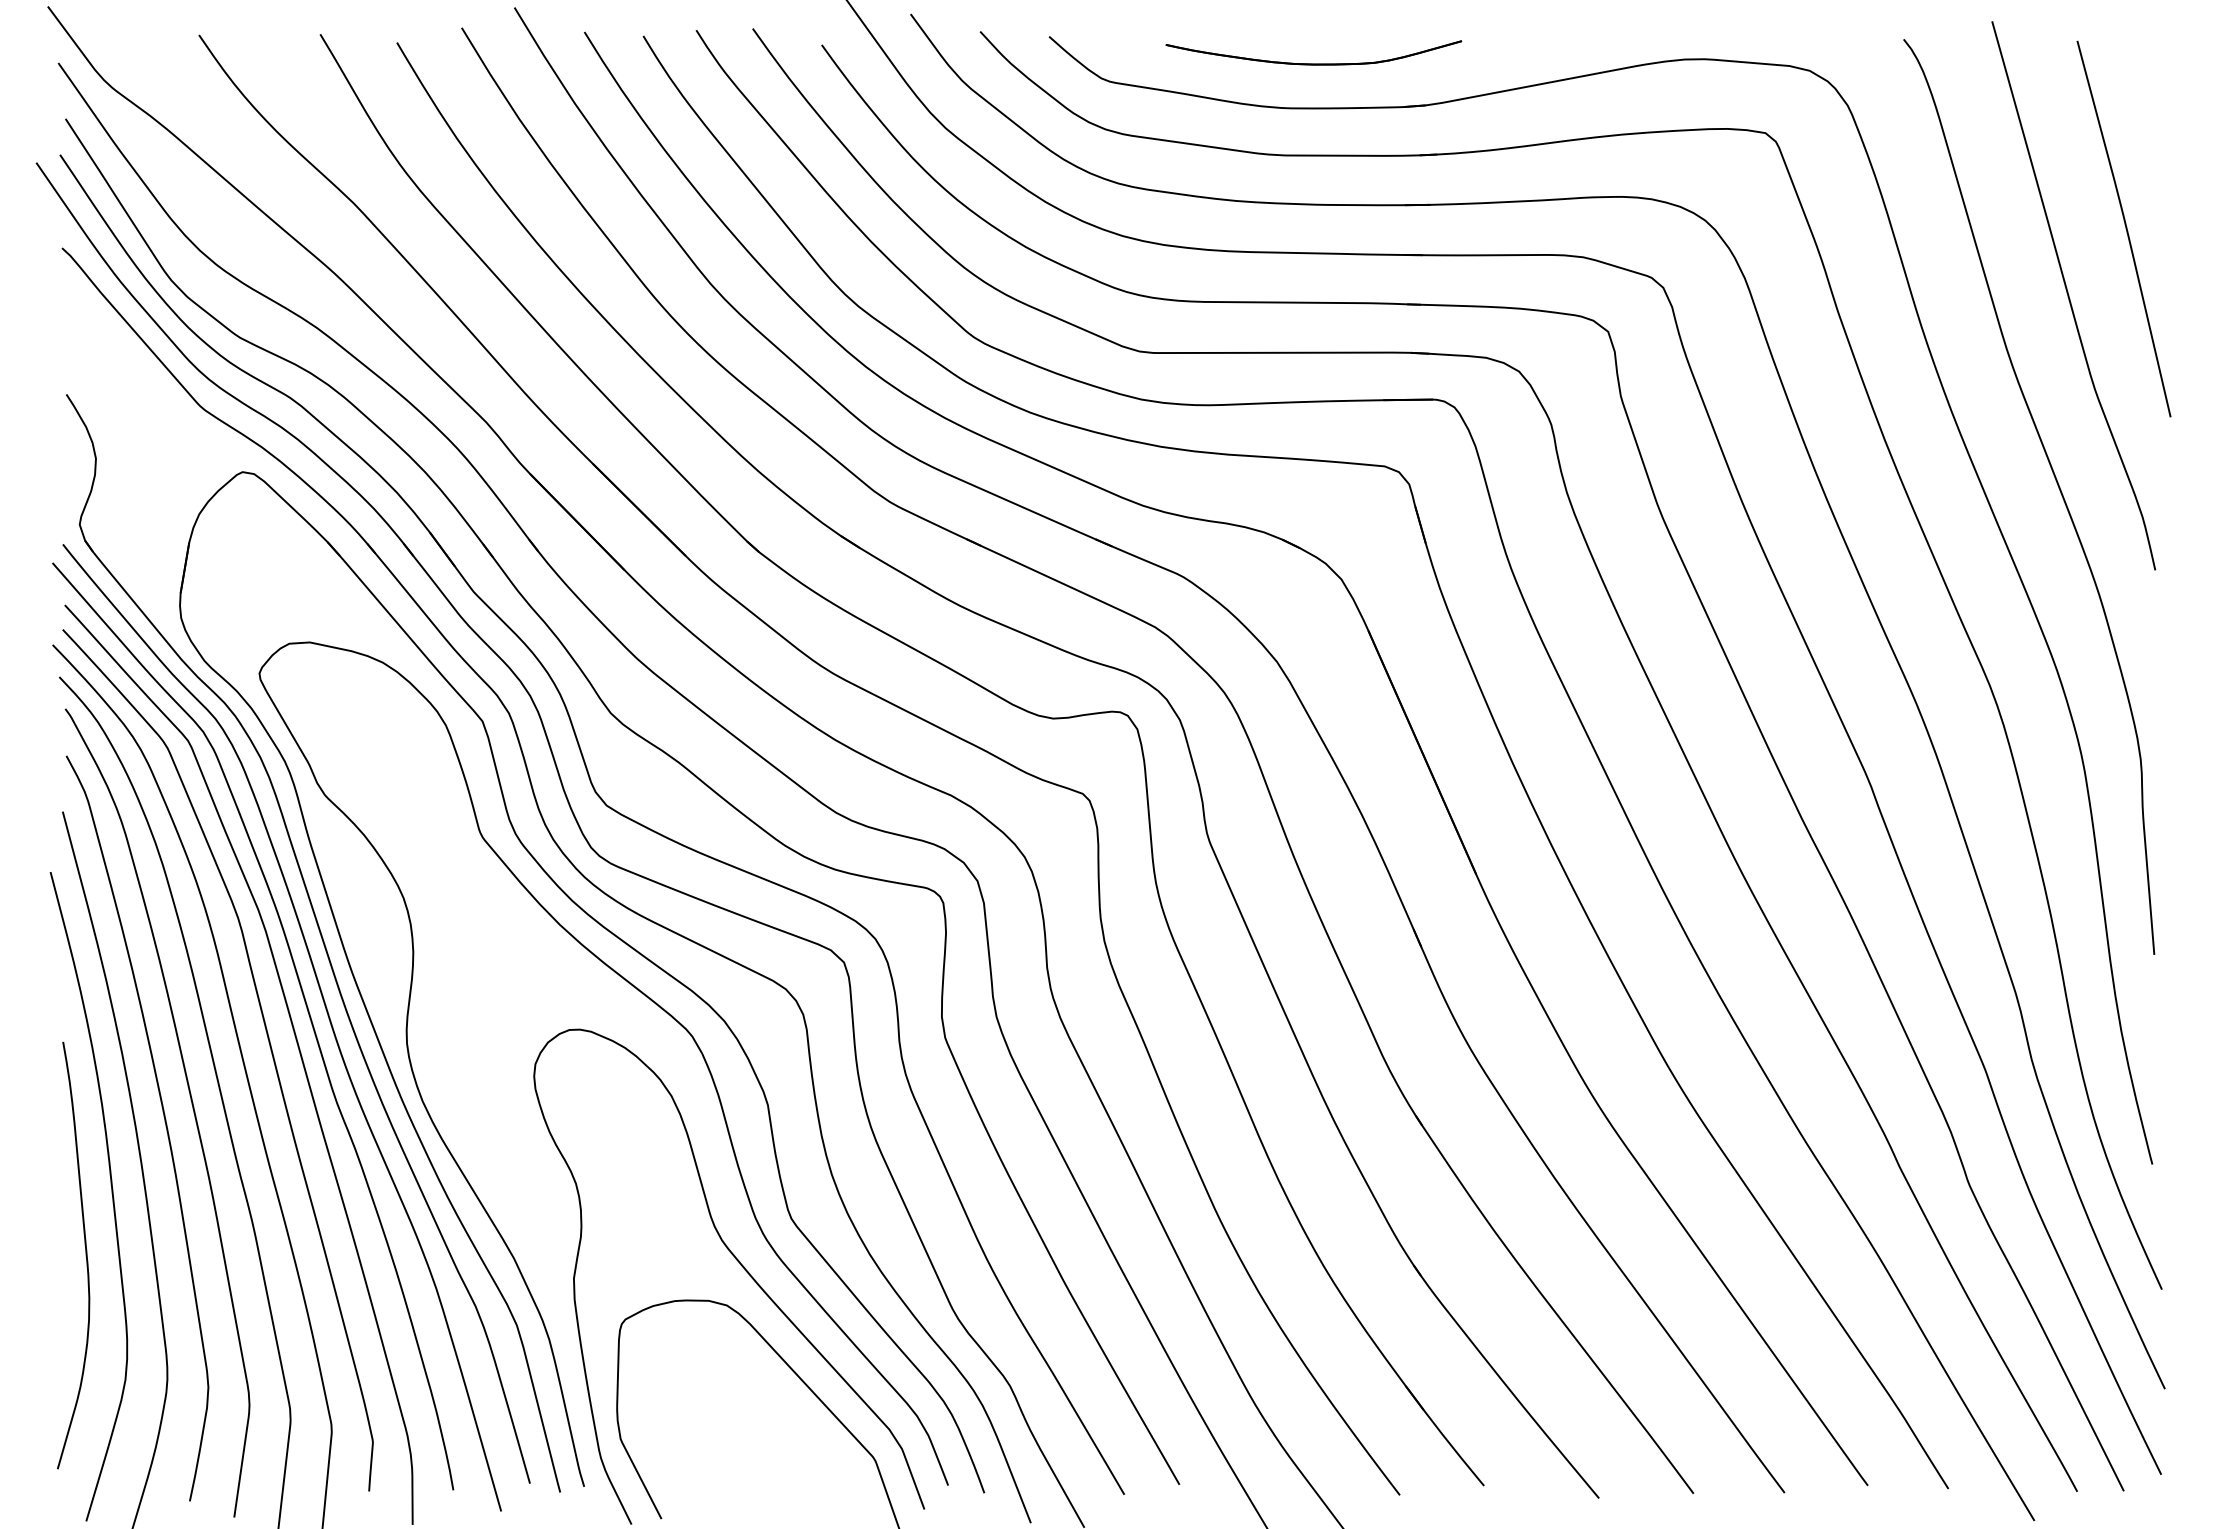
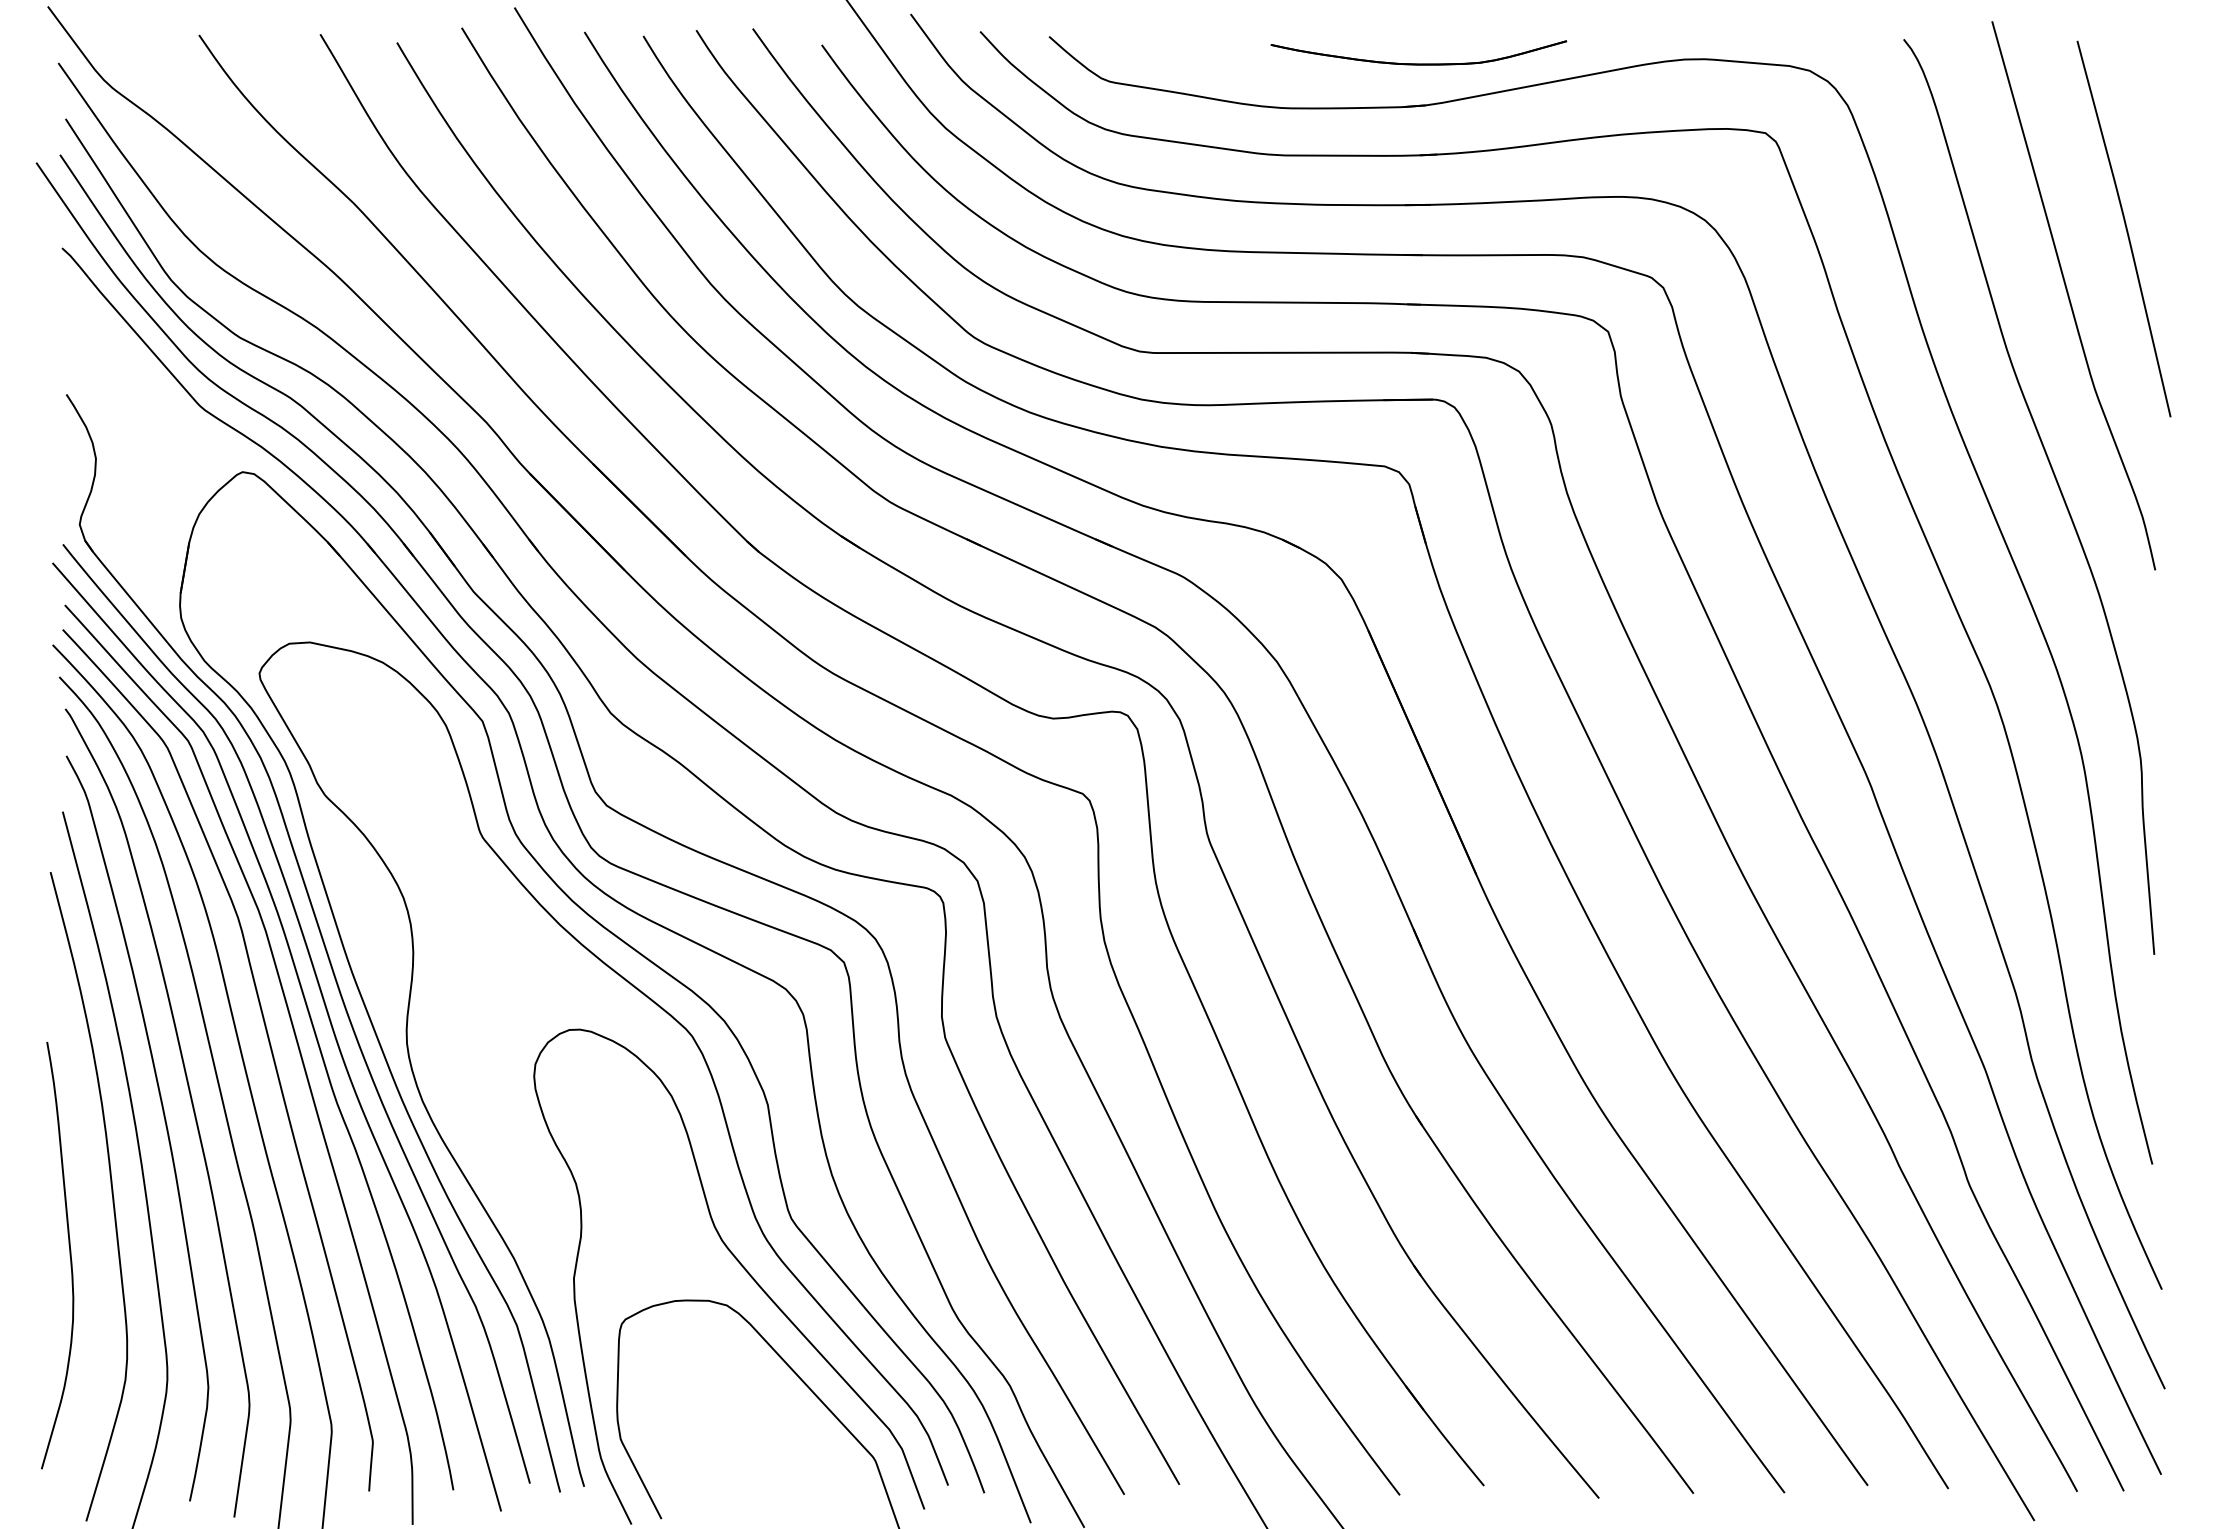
part at (1313, 63) position: (1313, 63) -> (1418, 63)
curve at (85, 1255) position: (85, 1255) -> (69, 1255)
